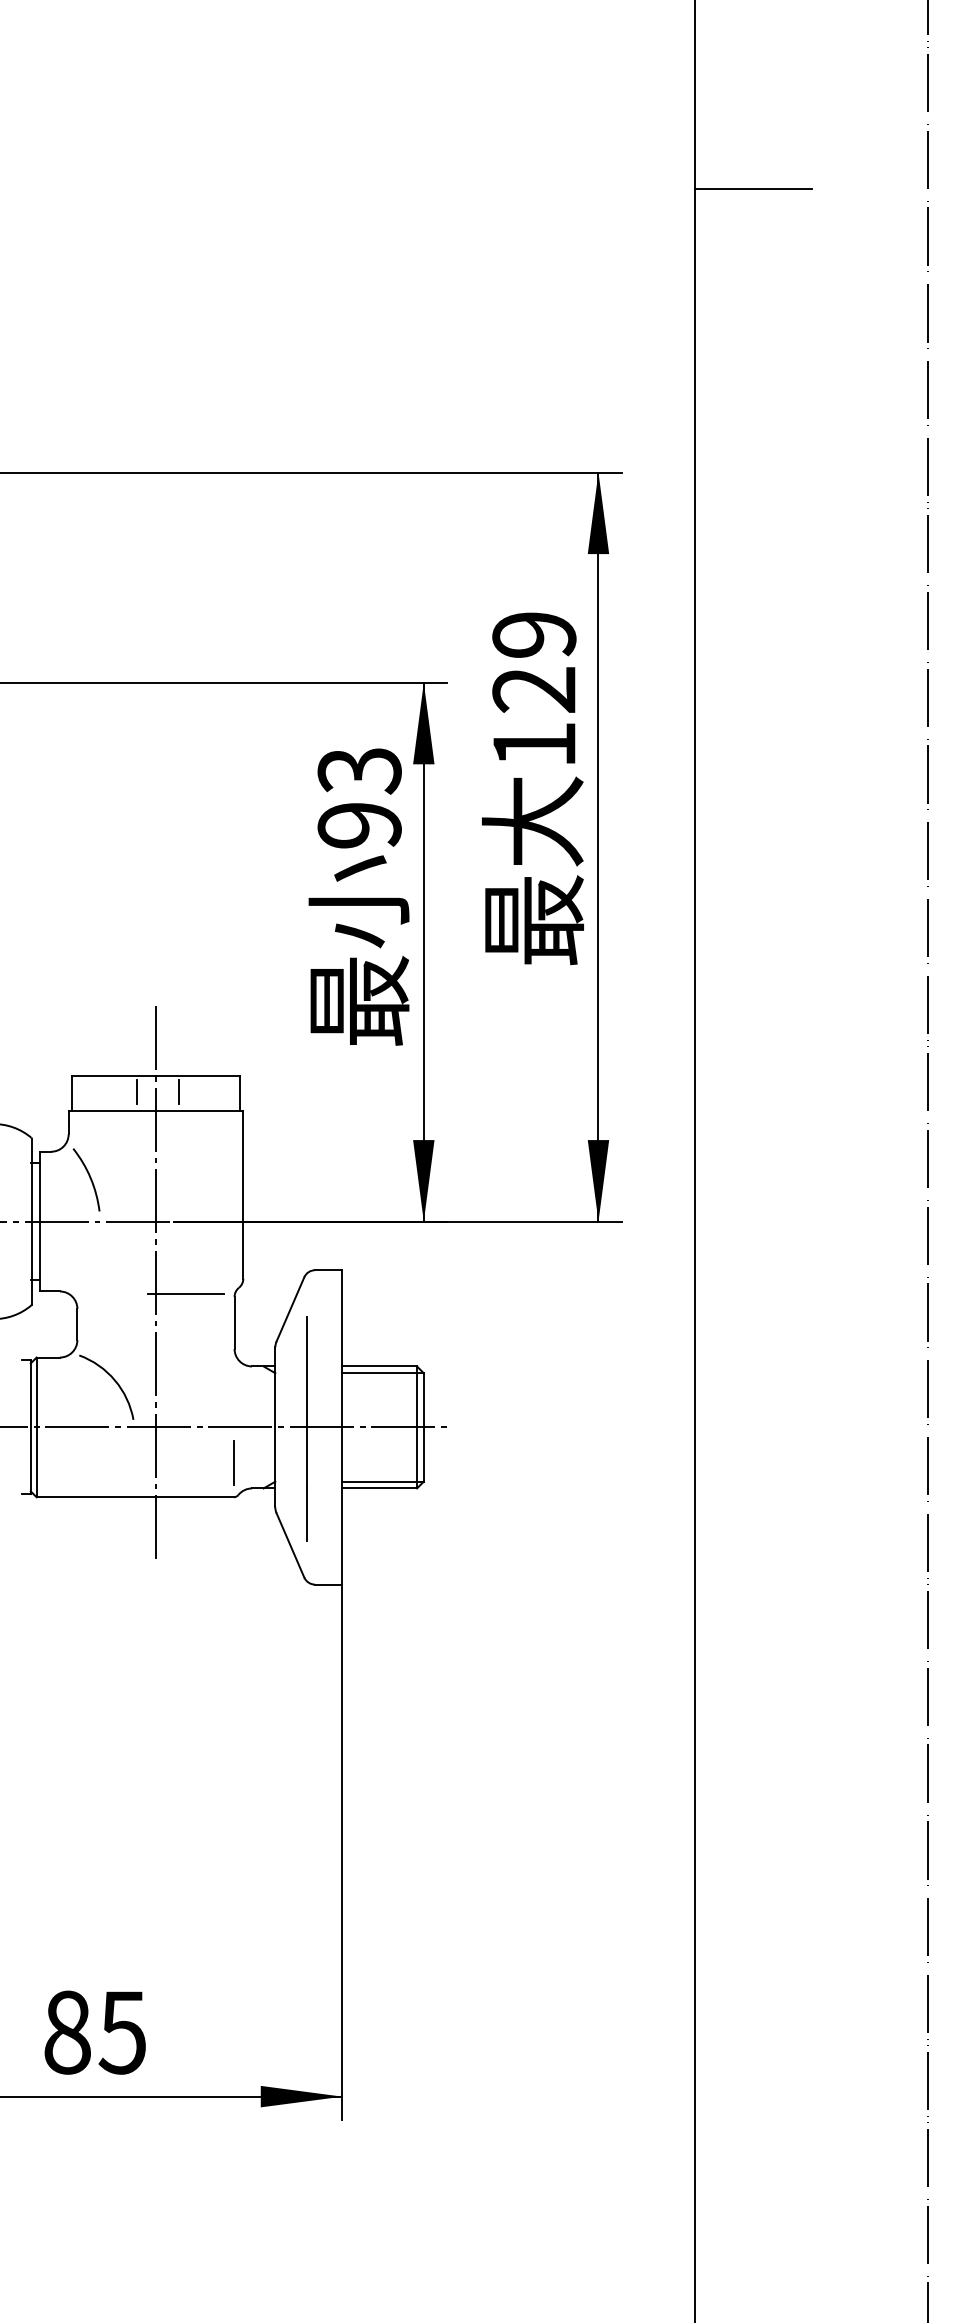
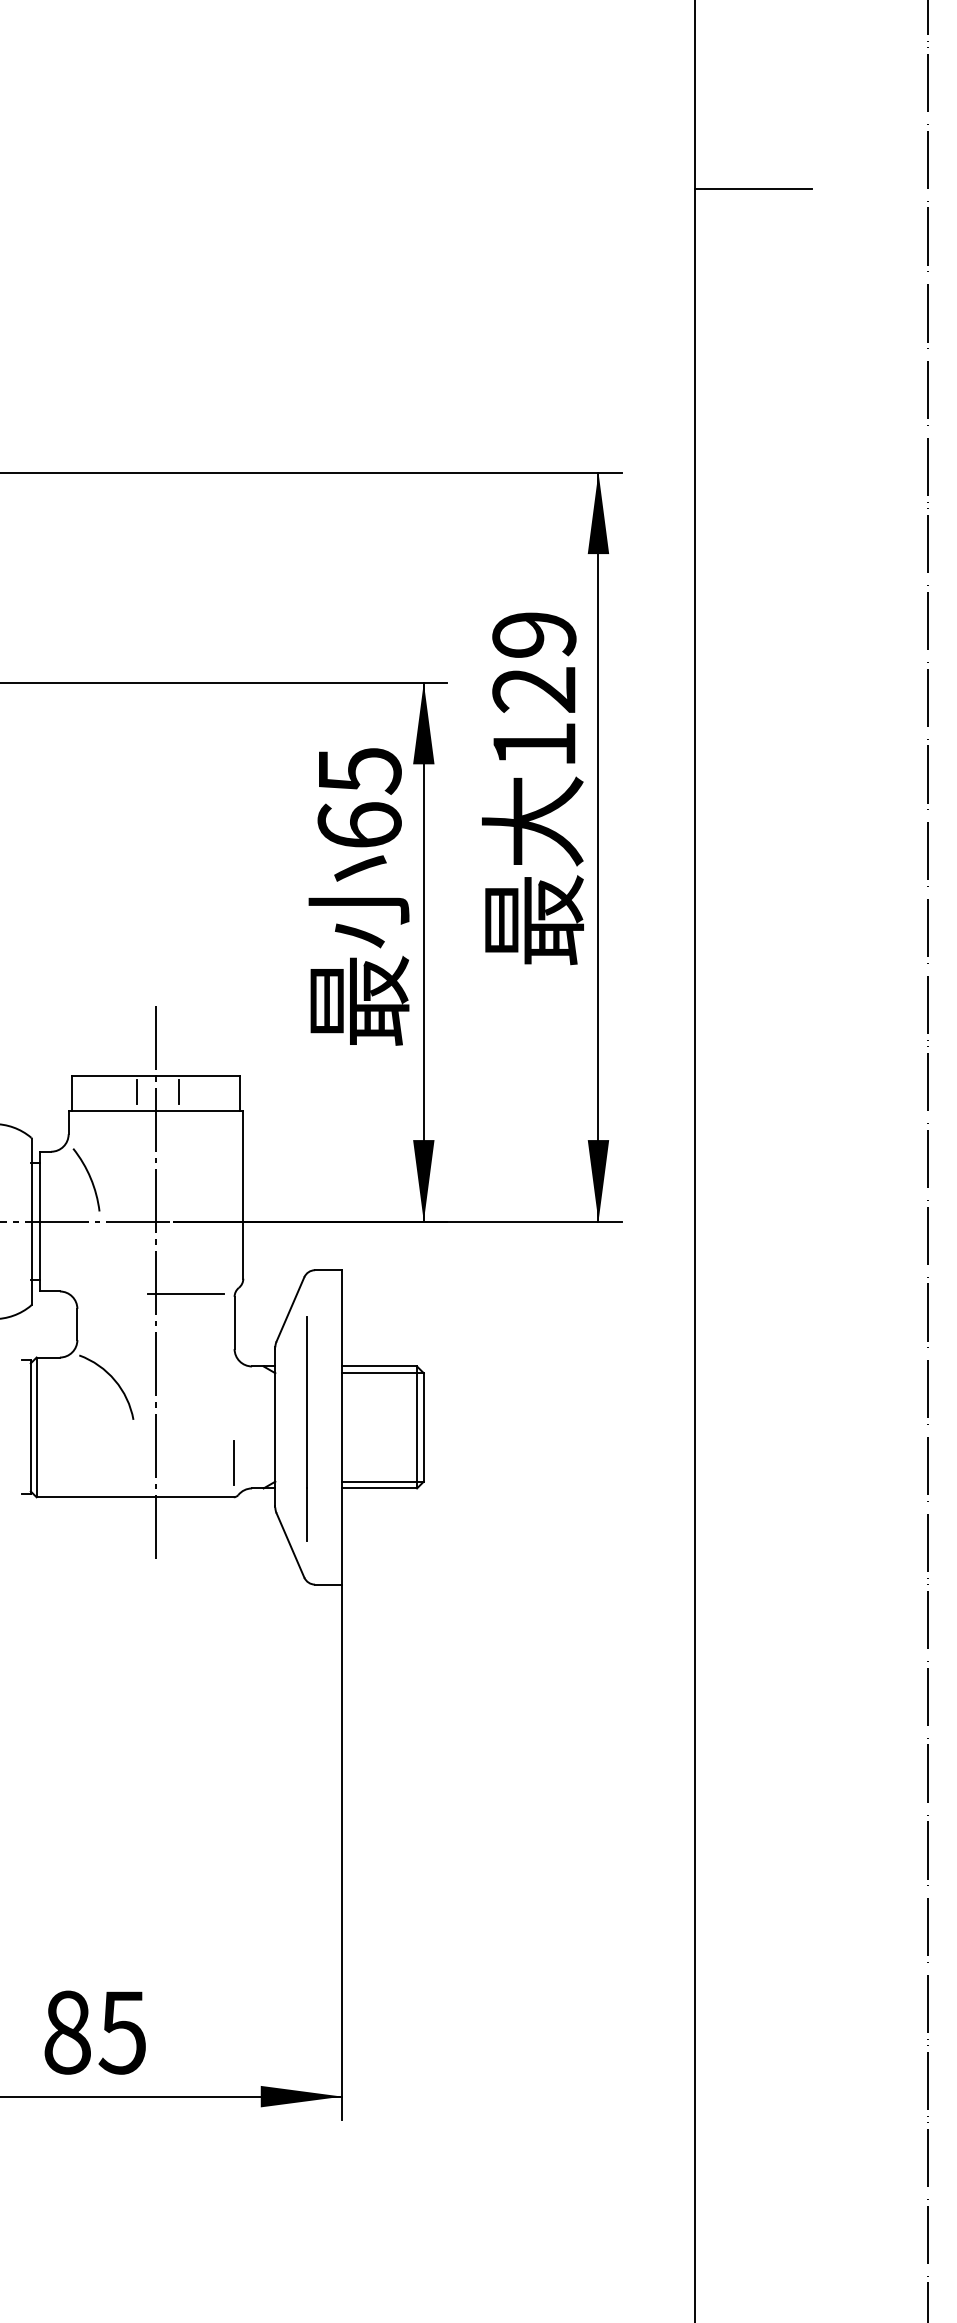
text at (359, 798): 93 -> 65
line at (227, 1427): present -> none
